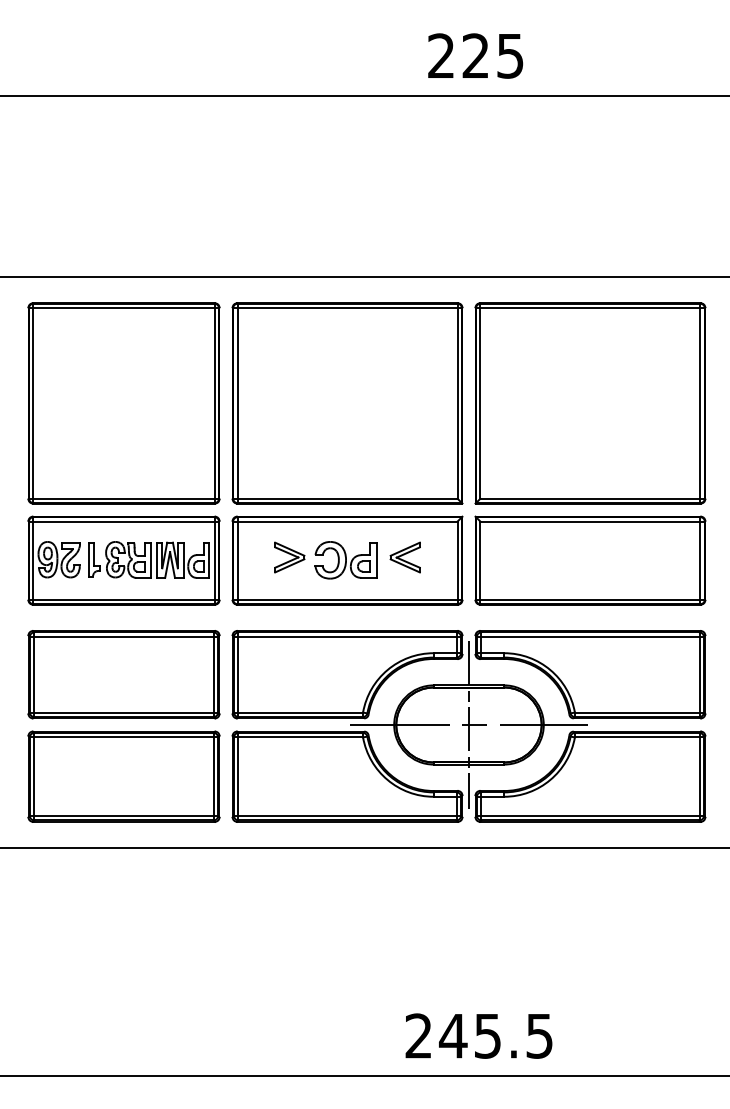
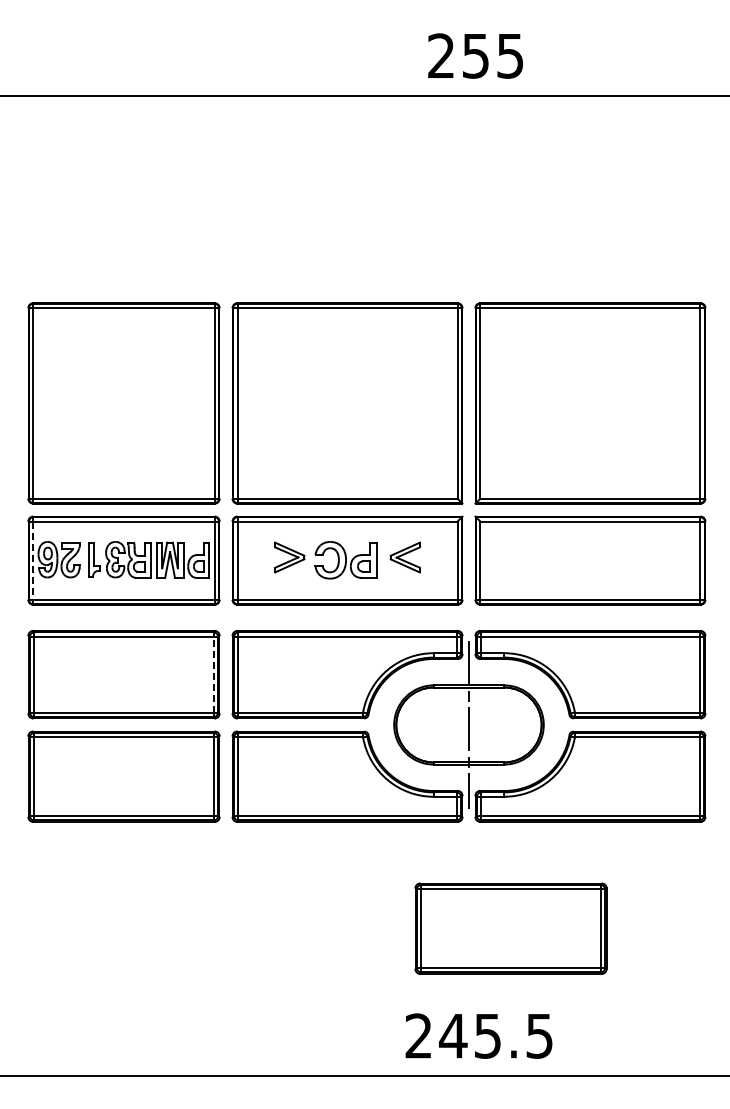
text at (475, 55): 225 -> 255
line at (364, 276): present -> none
line at (33, 561): solid -> dashed
line at (213, 674): solid -> dashed
line at (468, 725): present -> none
line at (364, 848): present -> none
part at (510, 928): none -> present
